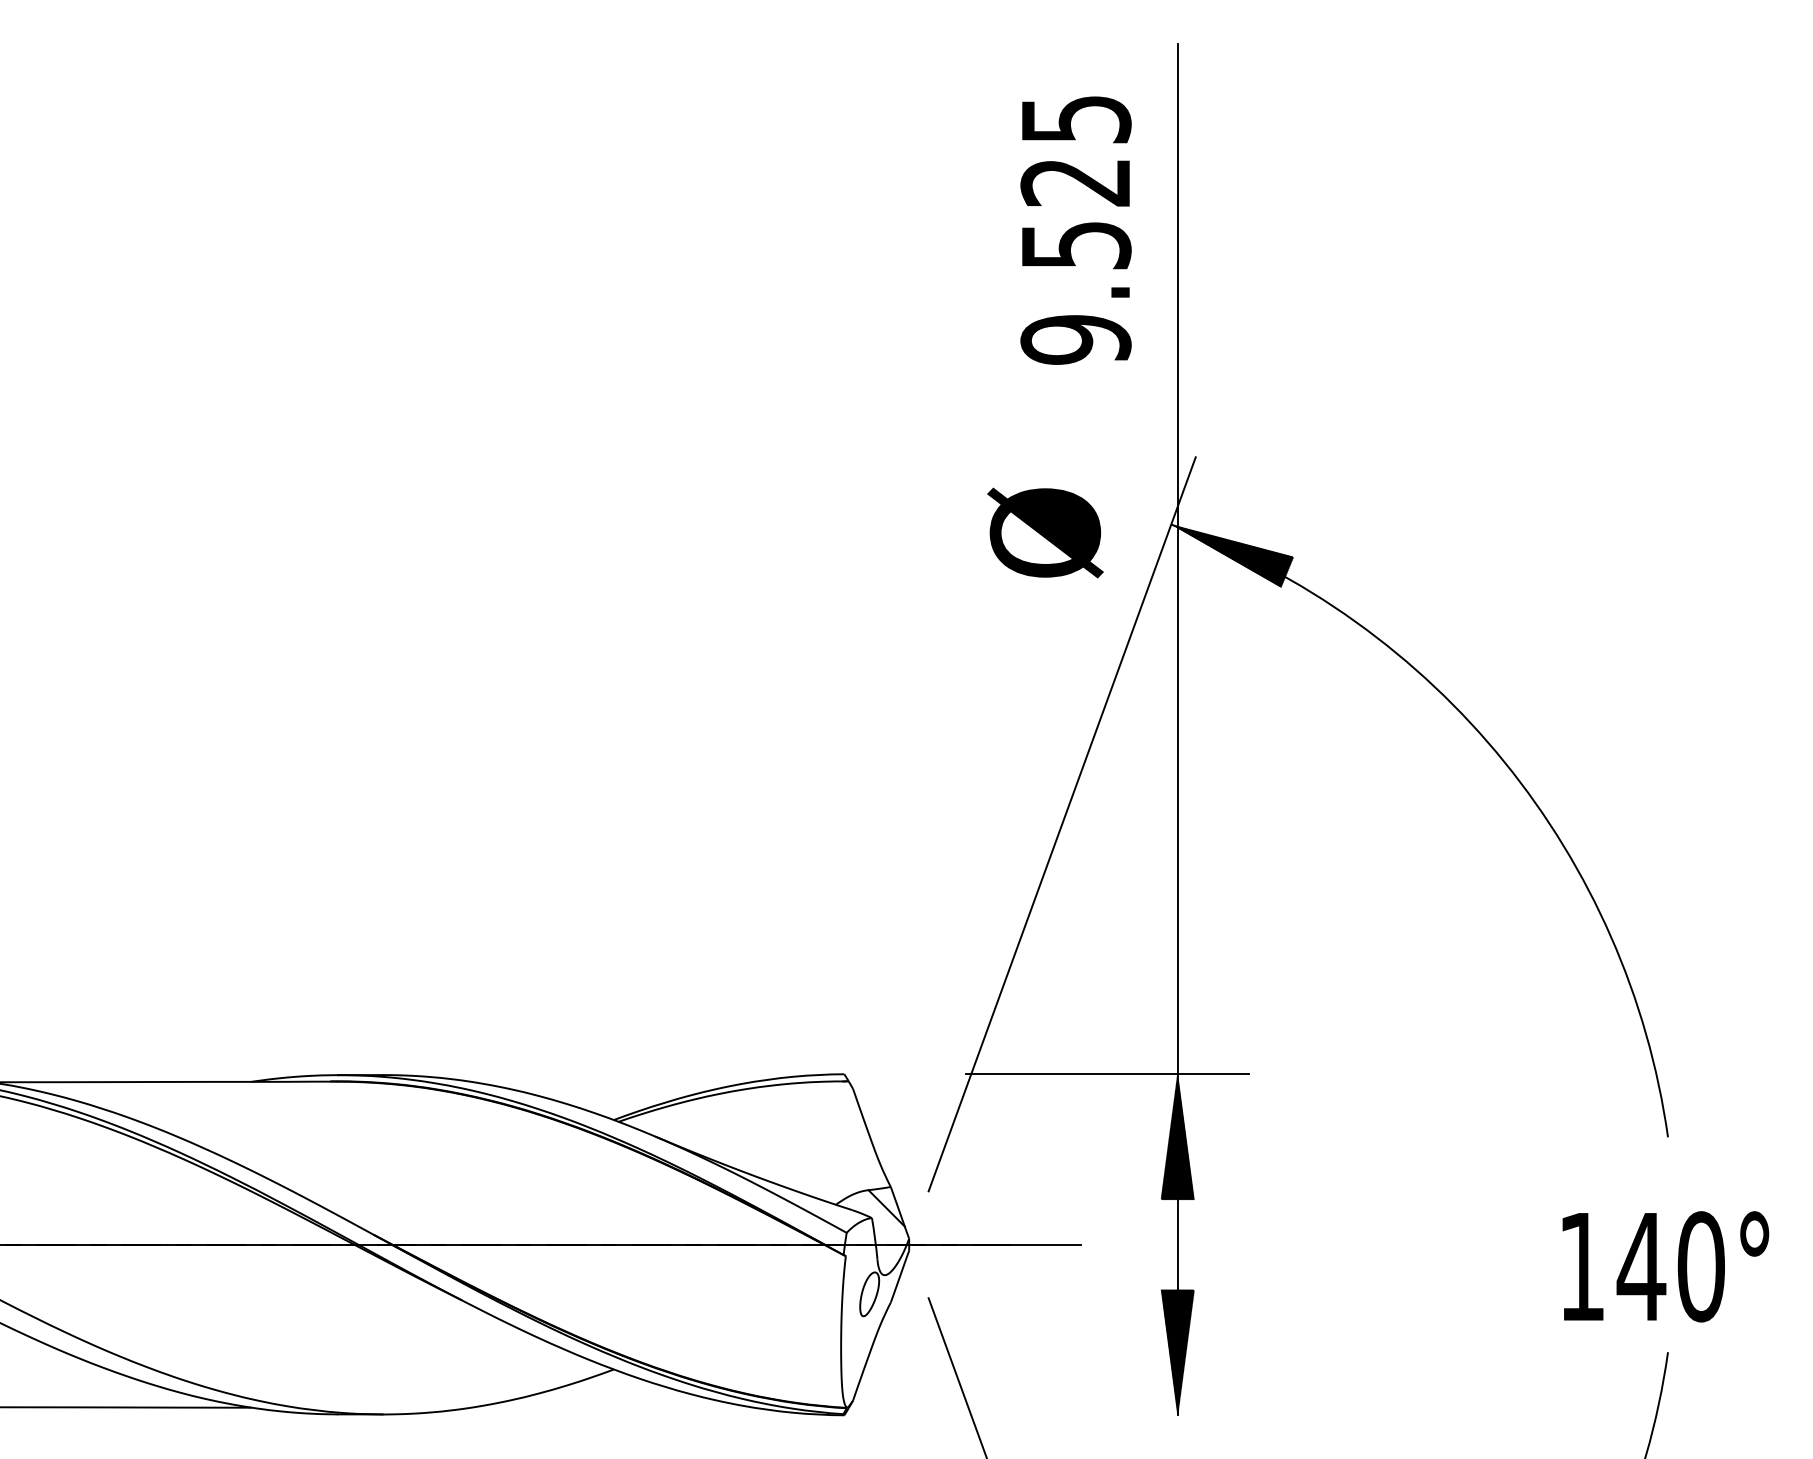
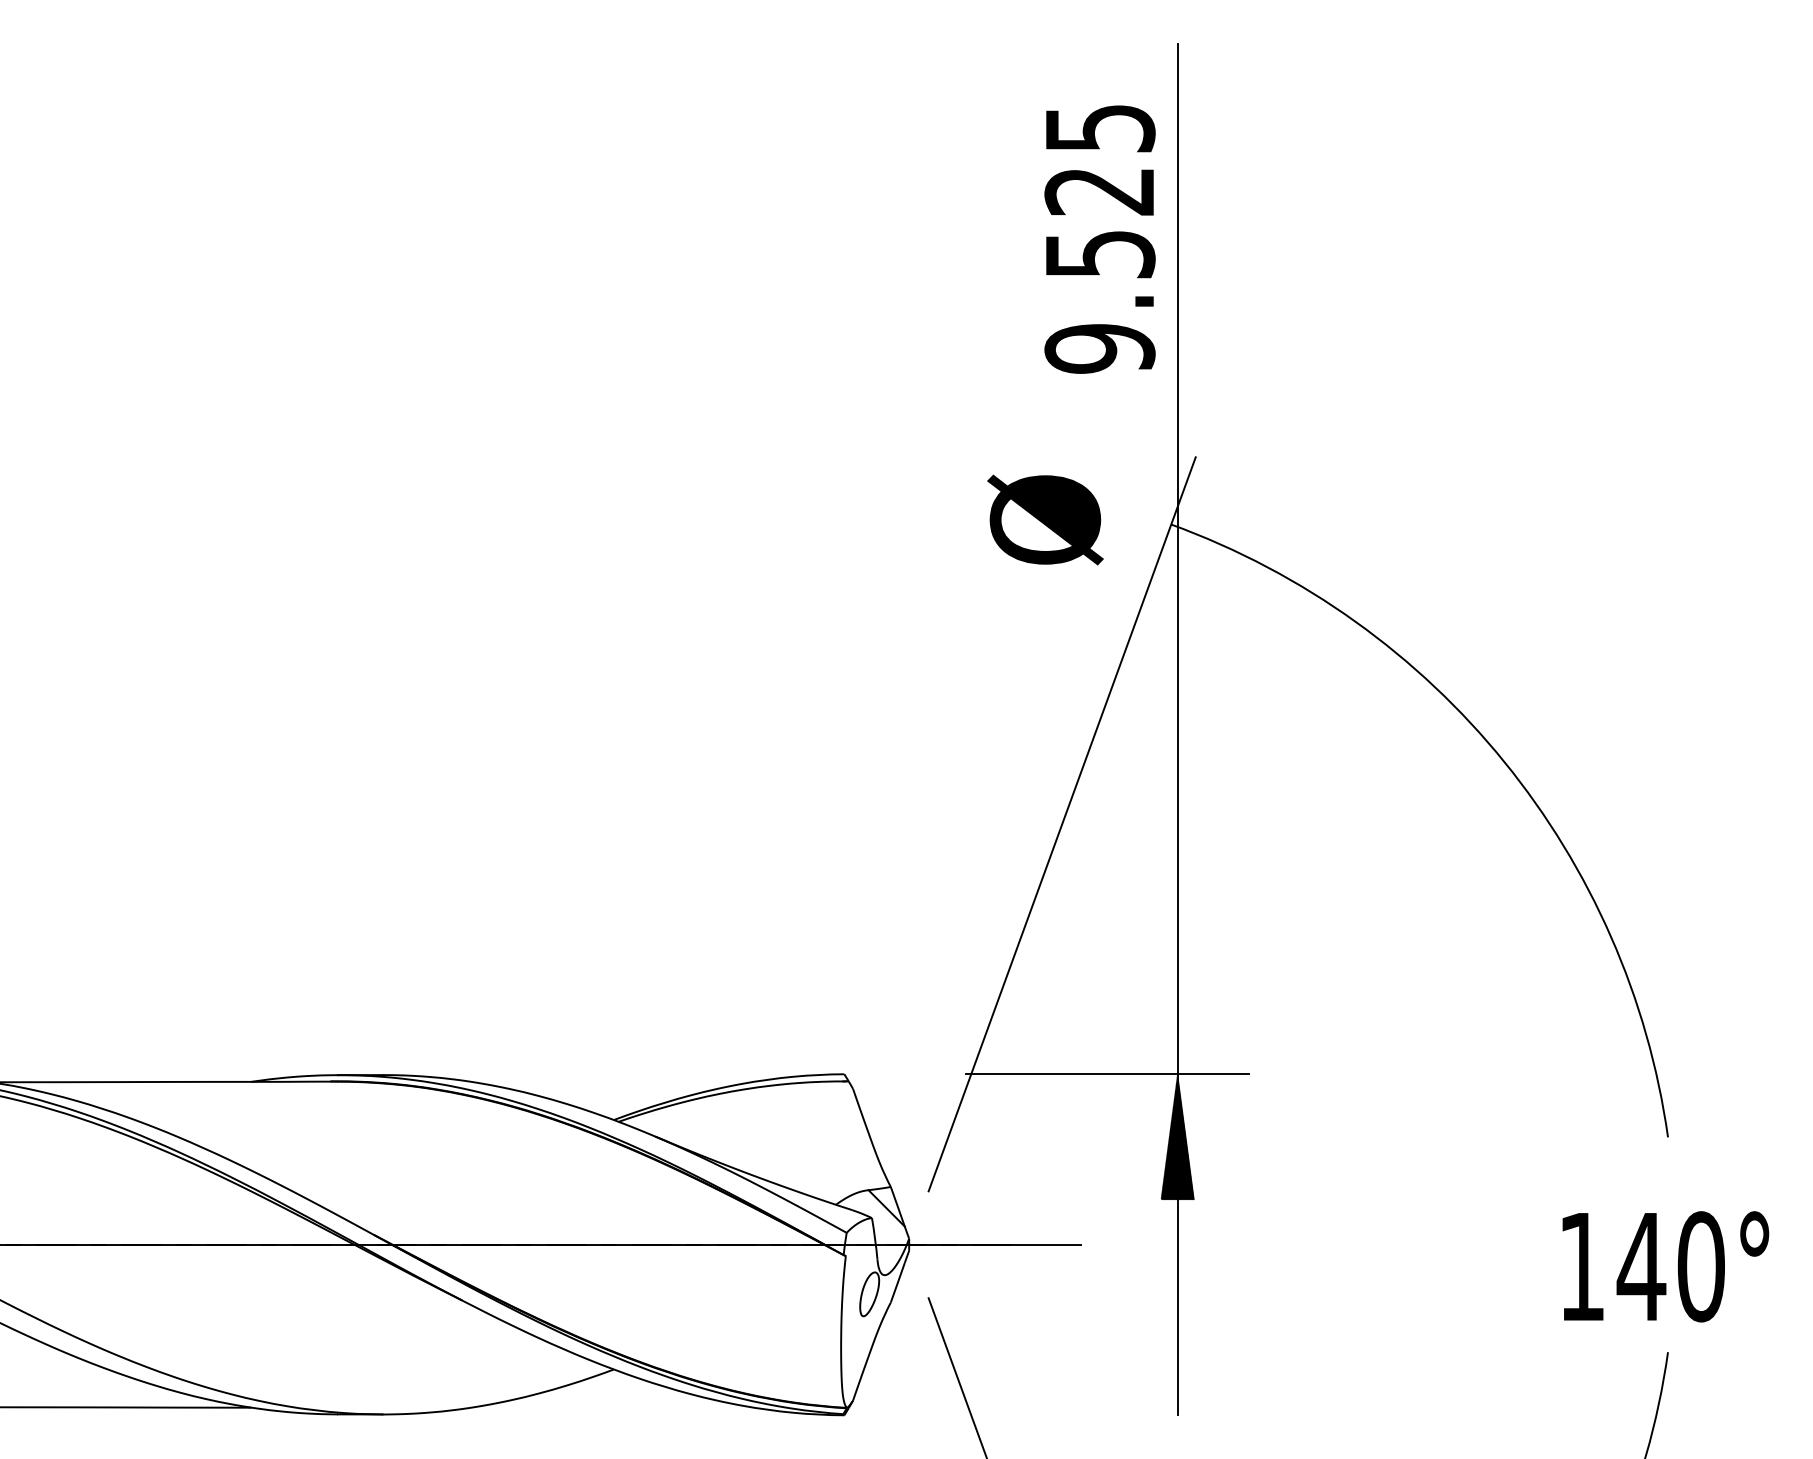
text at (1075, 230) position: (1075, 230) -> (1099, 239)
text at (1045, 532) position: (1045, 532) -> (1045, 519)
hatch at (1232, 555): present -> none
hatch at (1177, 1351): present -> none
